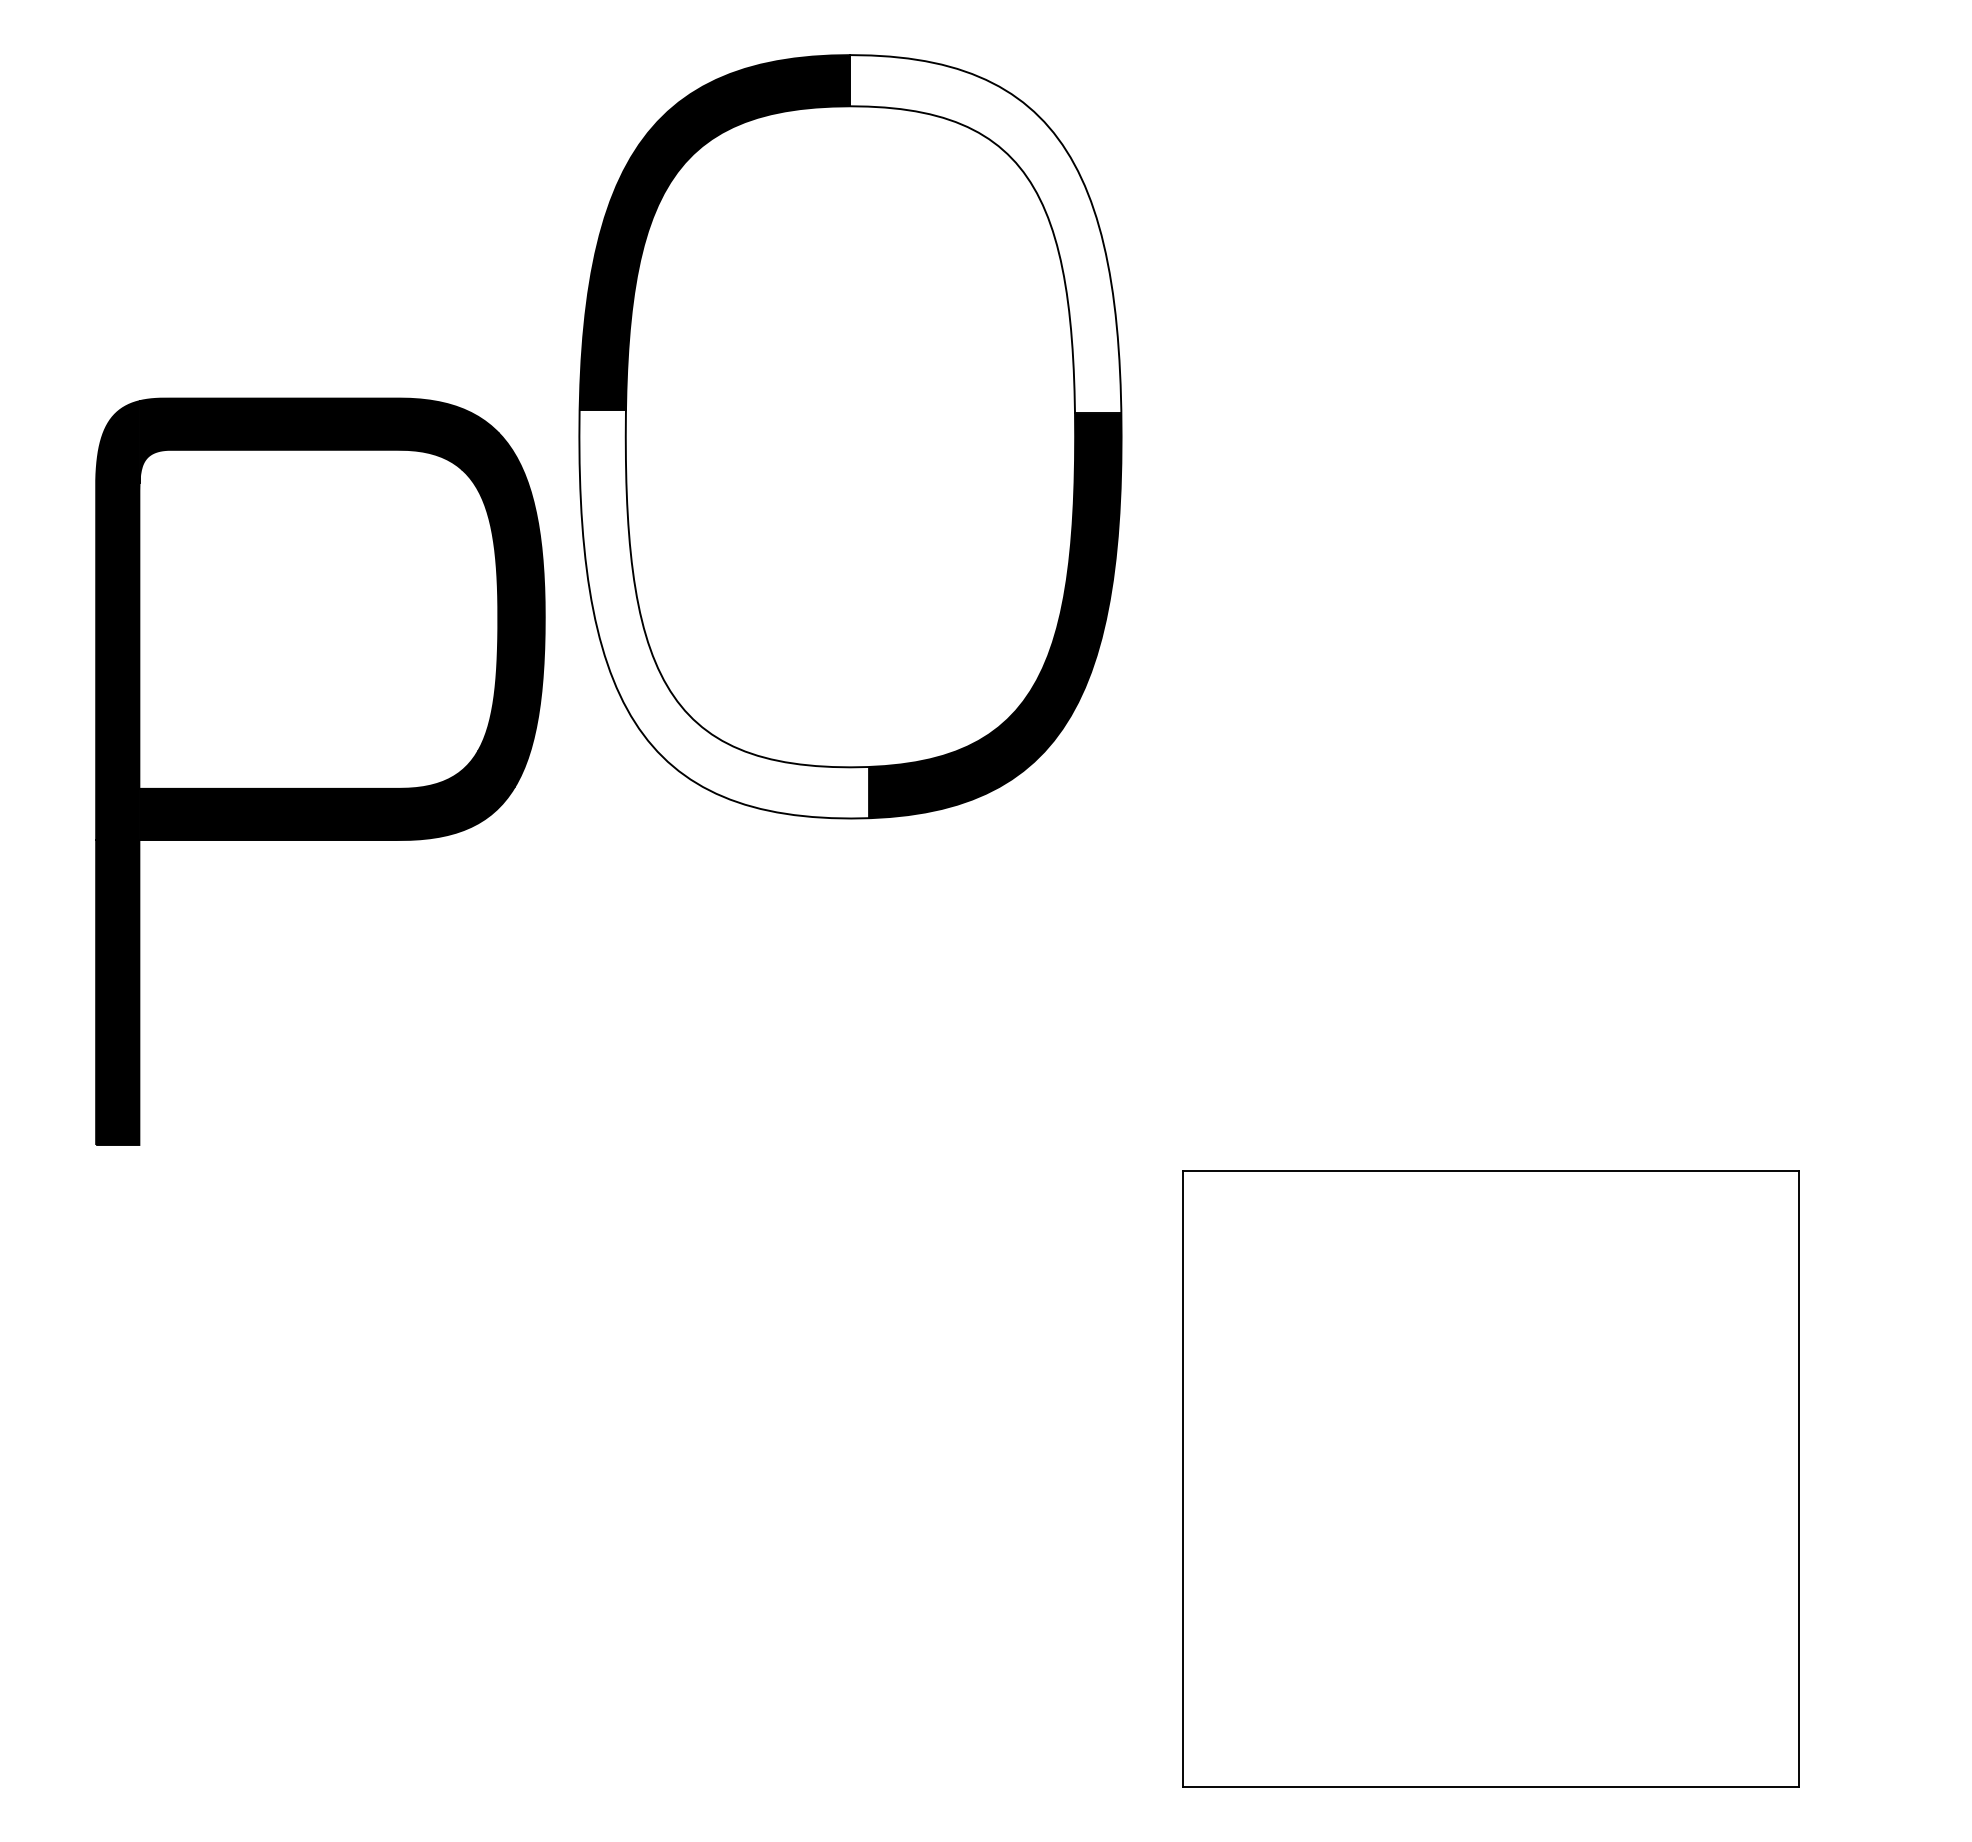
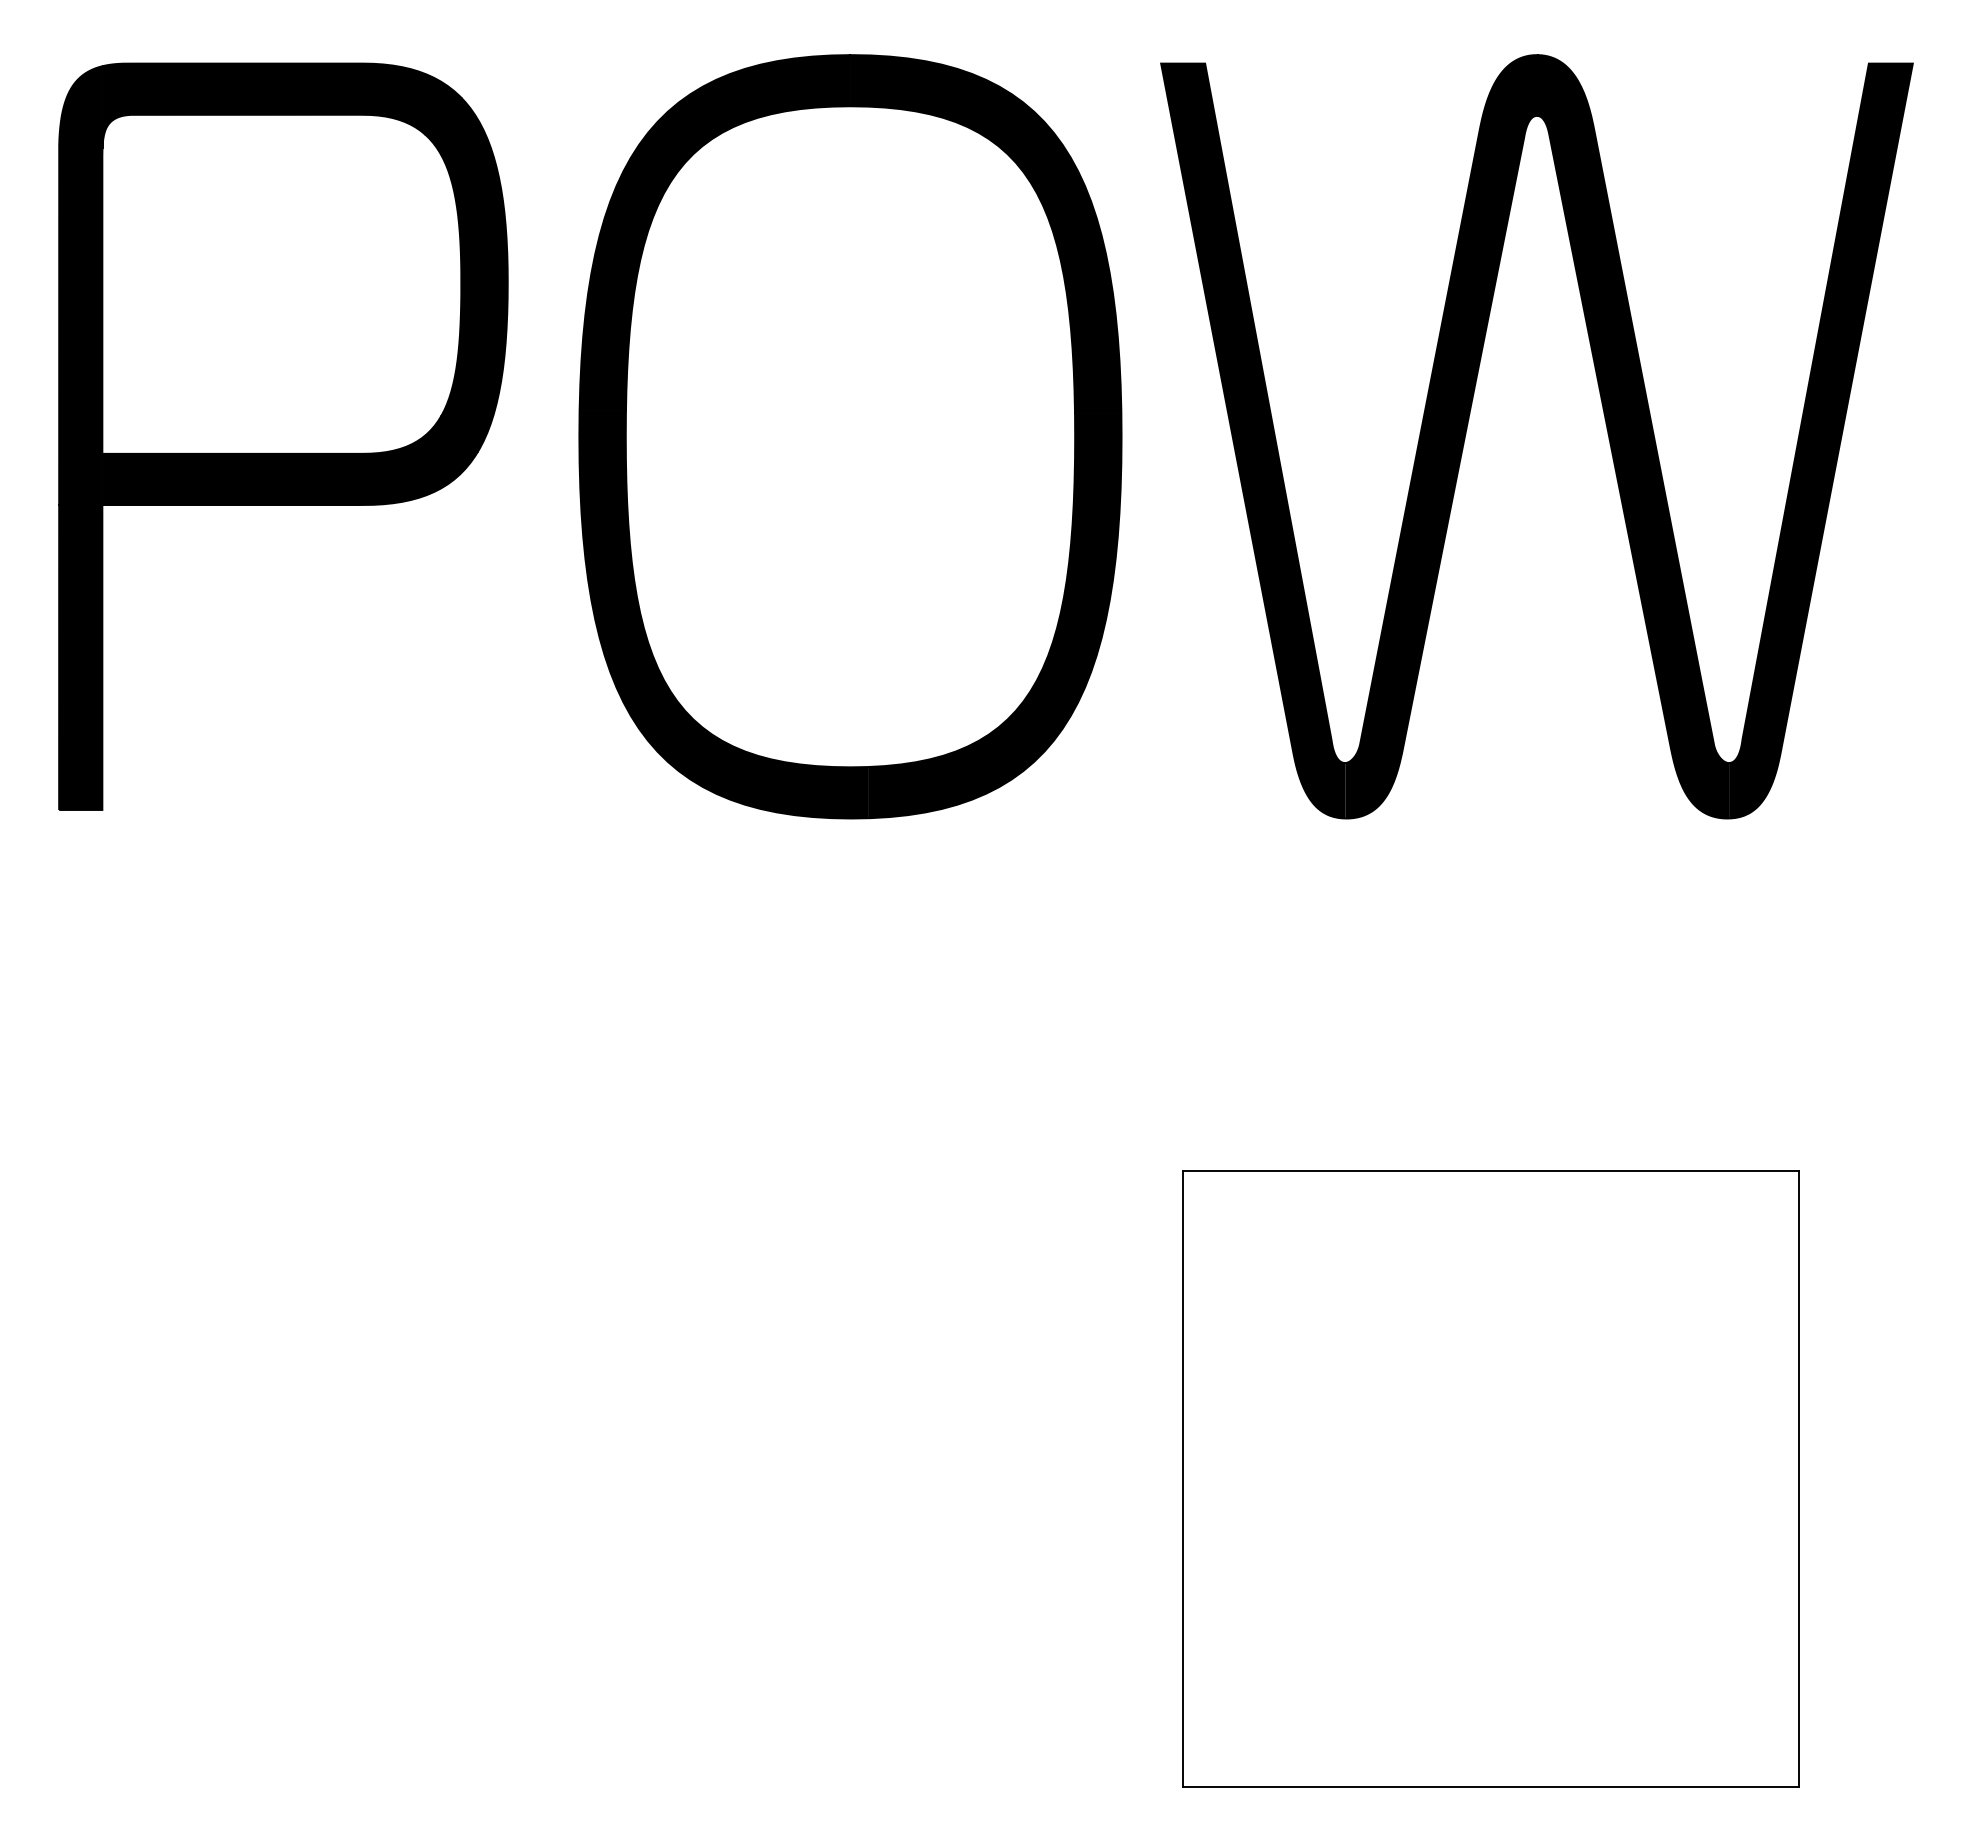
fill at (985, 234): none -> present
part at (1468, 424): none -> present
fill at (723, 614): none -> present
part at (320, 771) position: (320, 771) -> (283, 436)
